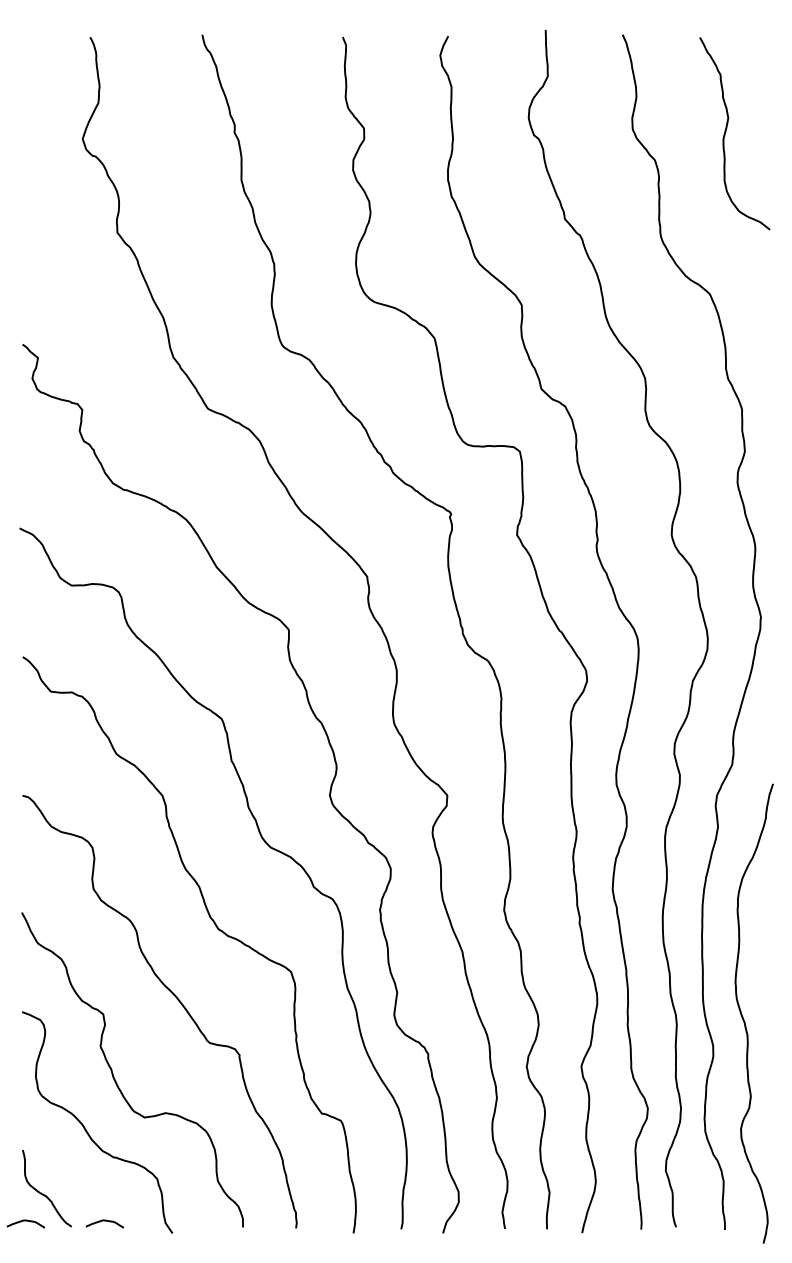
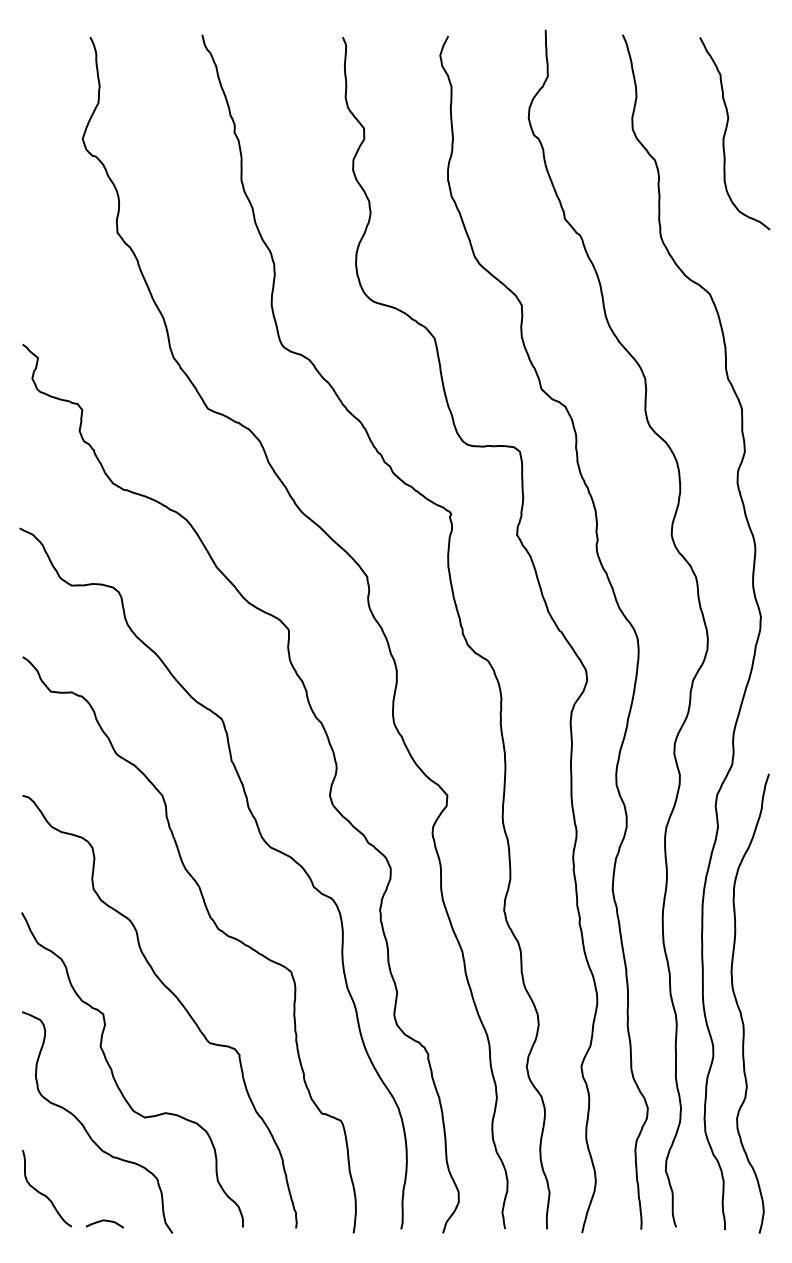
curve at (743, 1016) position: (743, 1016) -> (739, 1006)
curve at (25, 1221): present -> none
